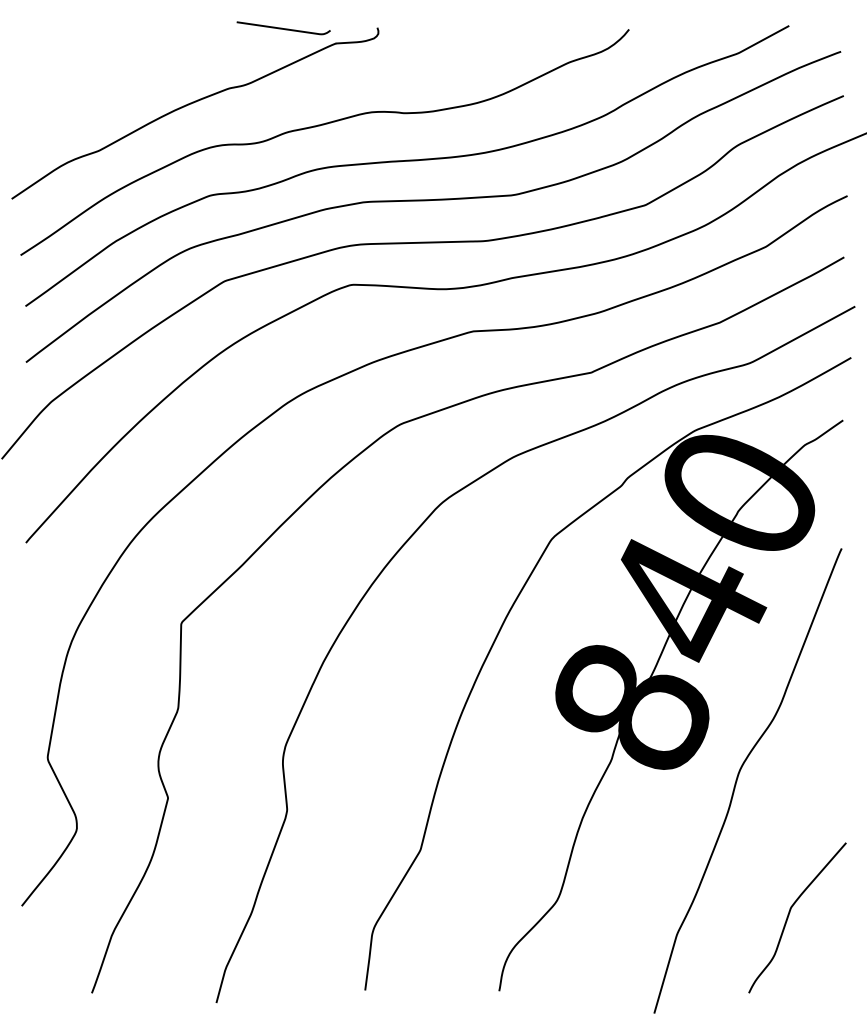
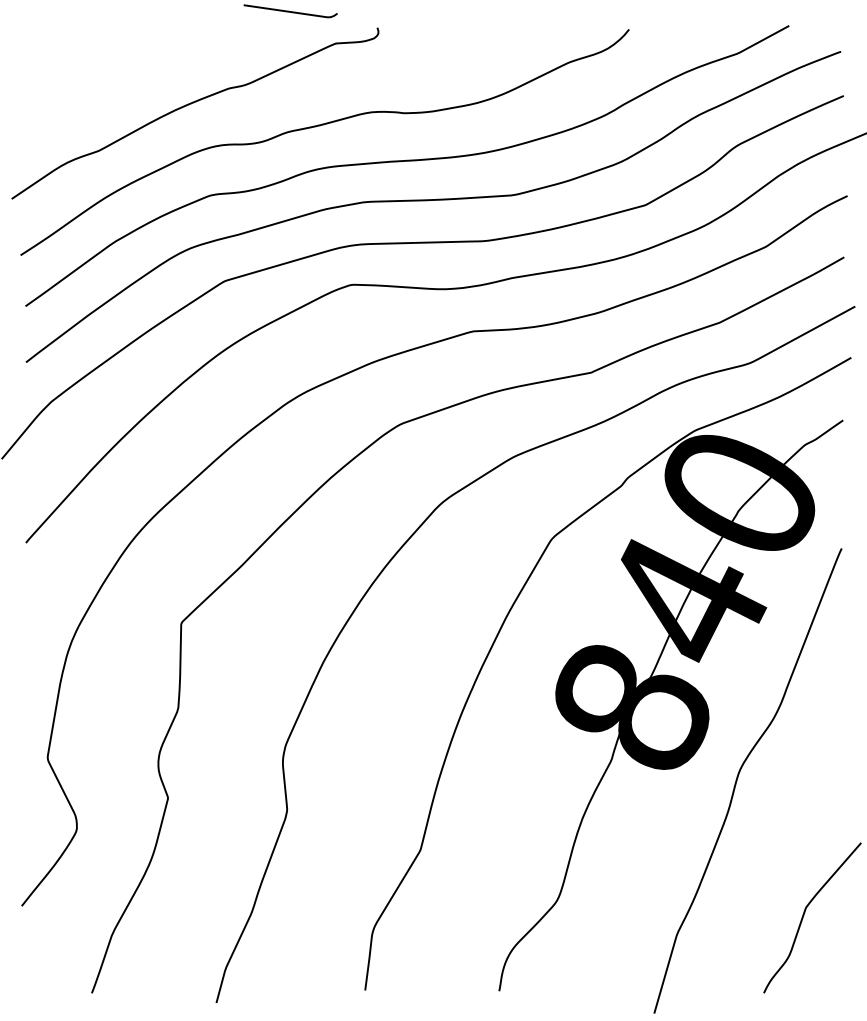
curve at (283, 28) position: (283, 28) -> (290, 11)
curve at (789, 915) position: (789, 915) -> (804, 915)
